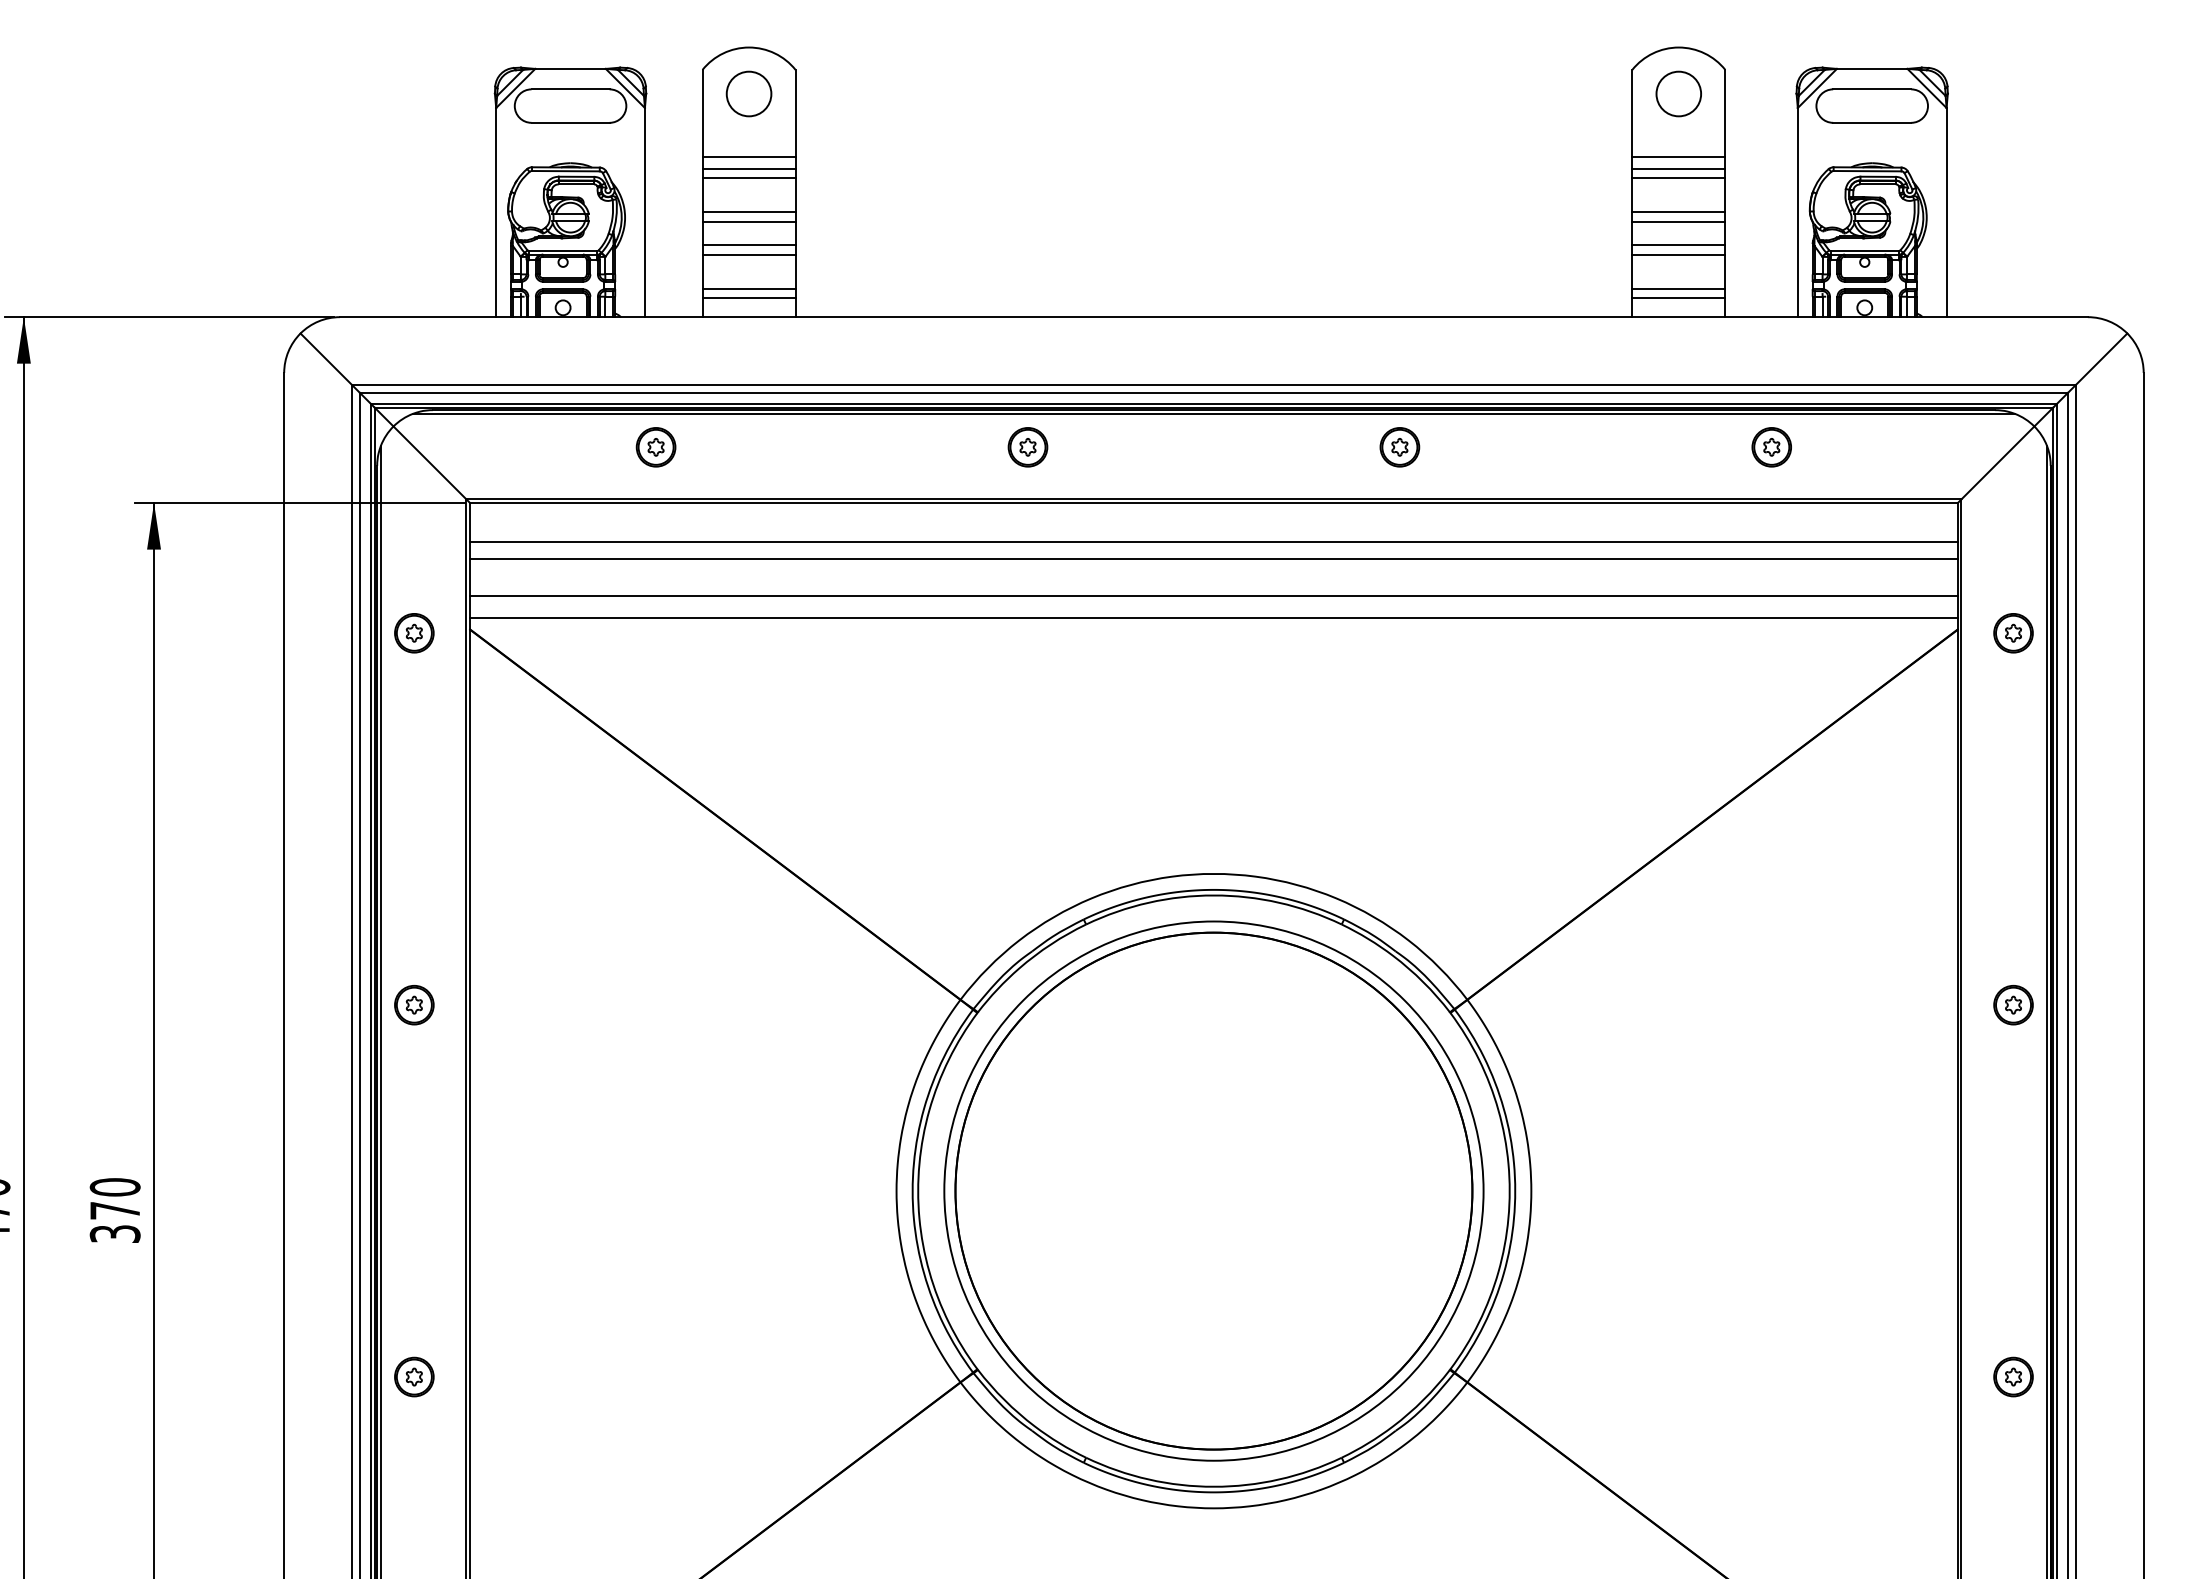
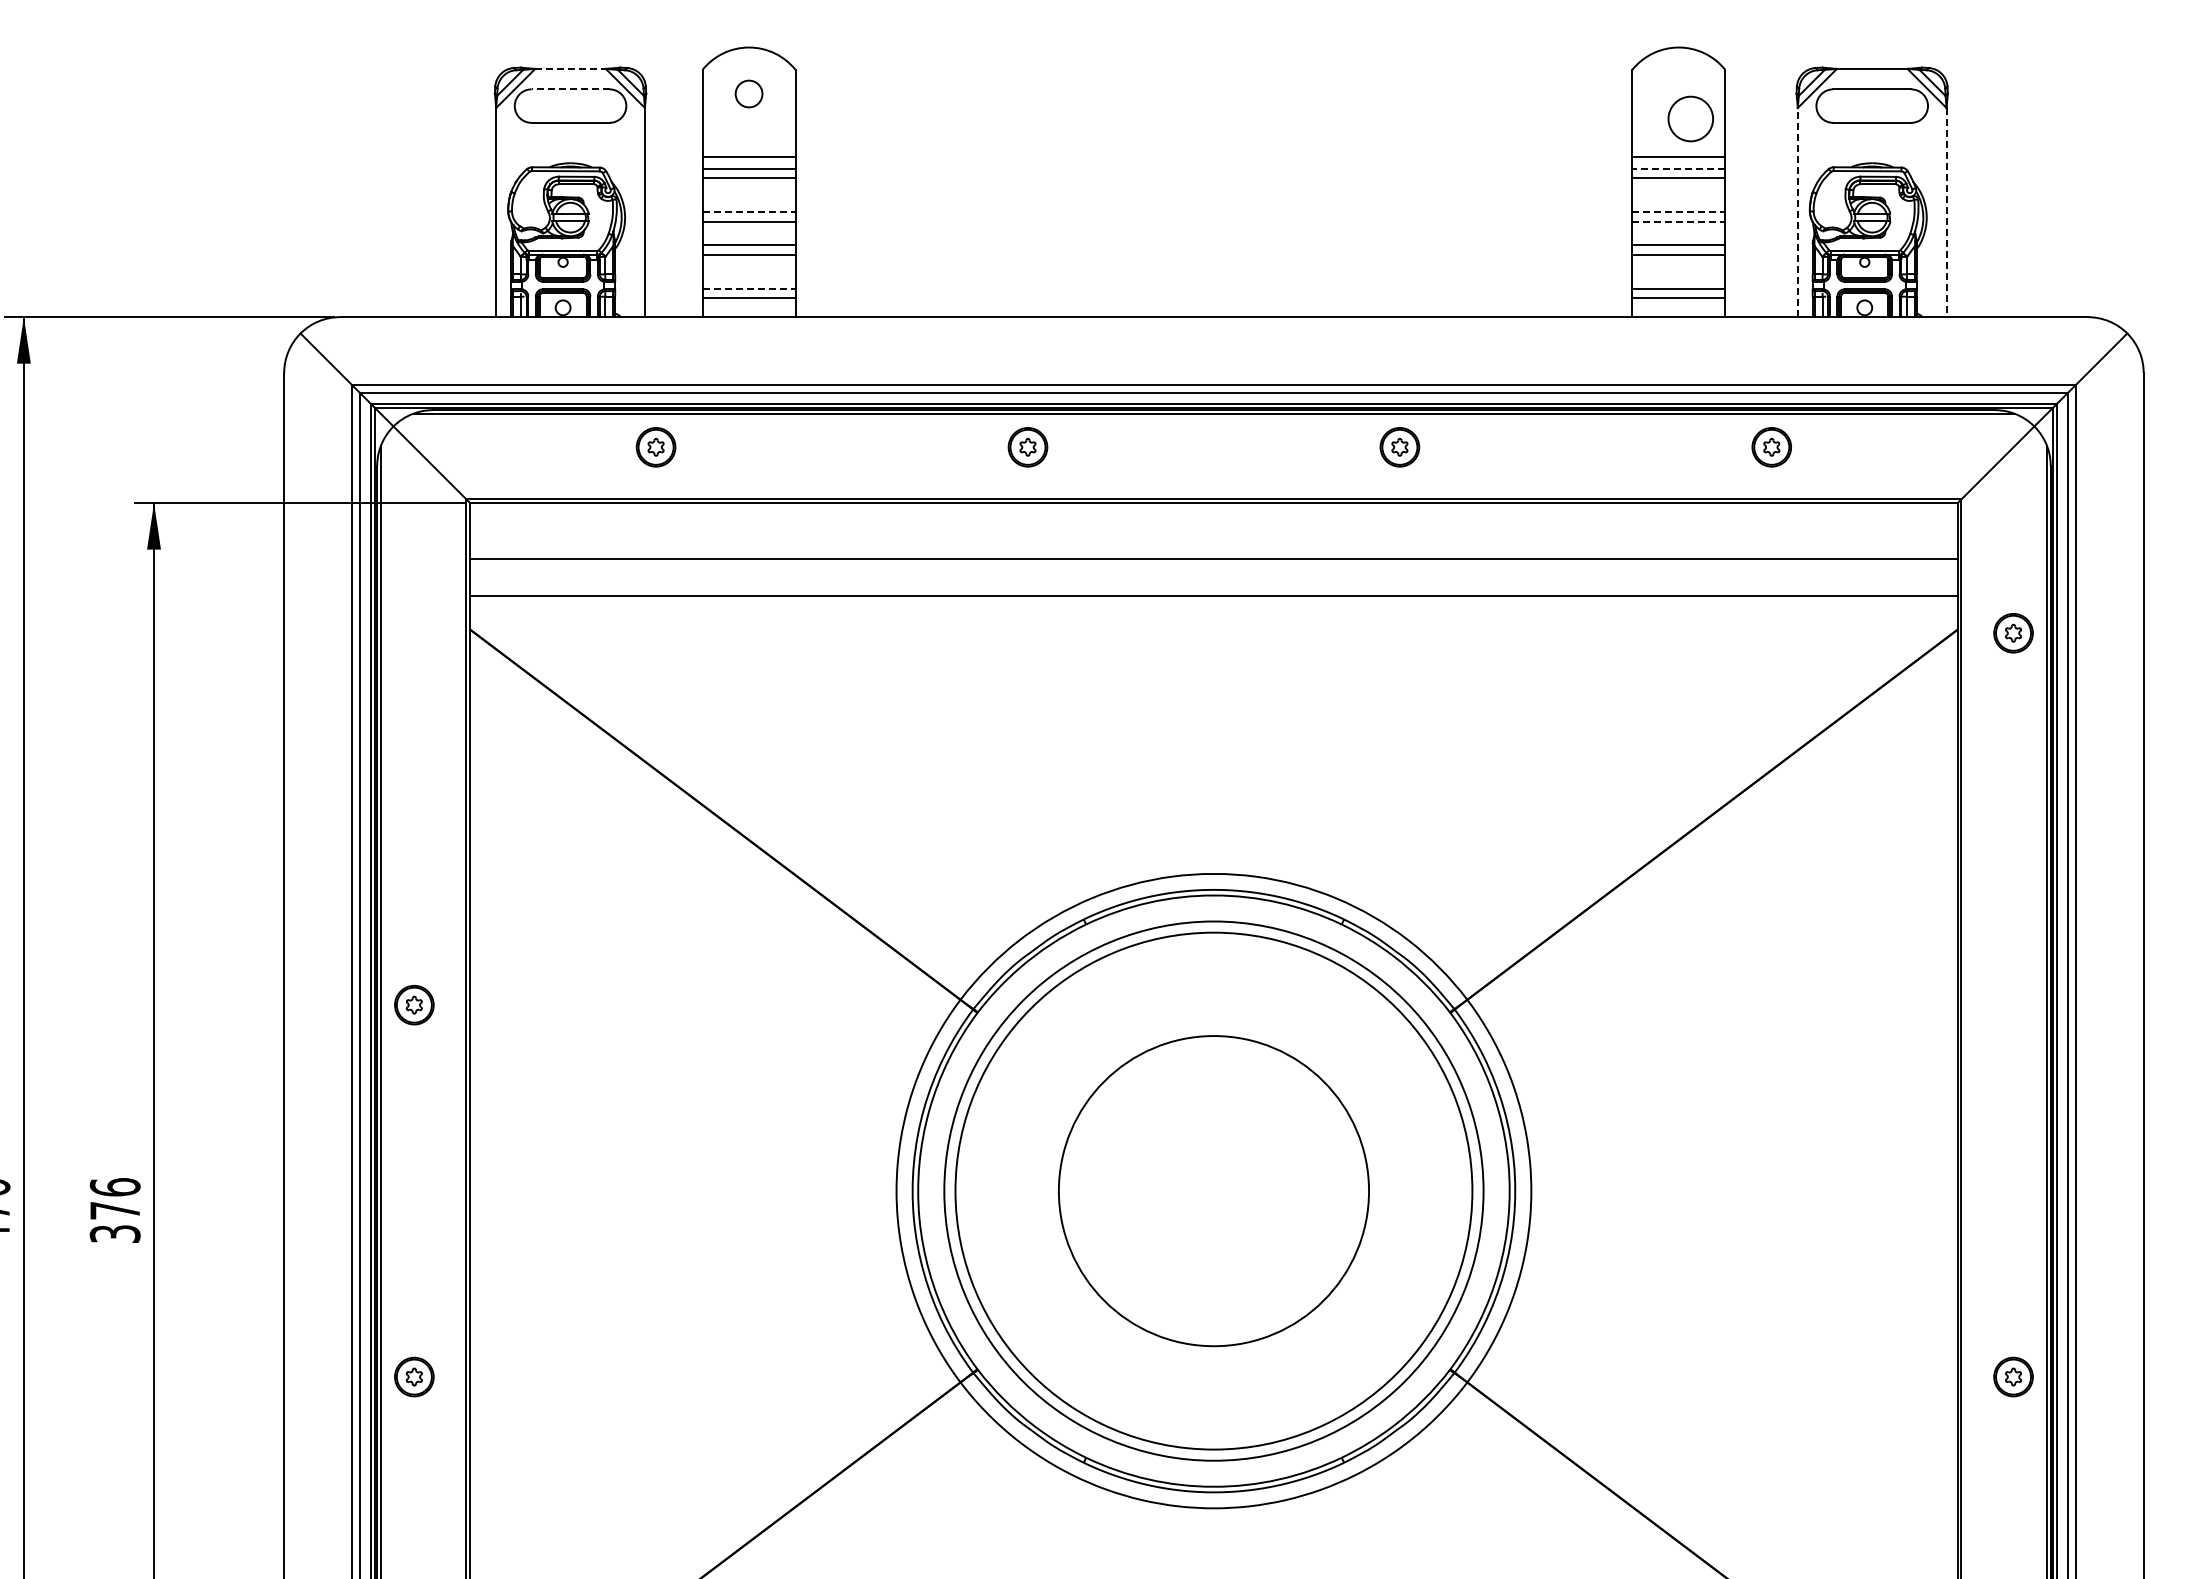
line at (571, 68): solid -> dashed
line at (570, 89): solid -> dashed
circle at (748, 93) diameter: 45 px -> 27 px
circle at (1678, 93) position: (1678, 93) -> (1690, 118)
line at (1678, 169): solid -> dashed
line at (749, 212): solid -> dashed
line at (1679, 212): solid -> dashed
line at (1797, 212): solid -> dashed
line at (1946, 212): solid -> dashed
line at (1679, 221): solid -> dashed
line at (749, 288): solid -> dashed
line at (1213, 542): present -> none
line at (1213, 618): present -> none
part at (414, 633): present -> none
part at (2013, 1005): present -> none
text at (114, 1187): 370 -> 376
circle at (1213, 1190) diameter: 517 px -> 310 px
